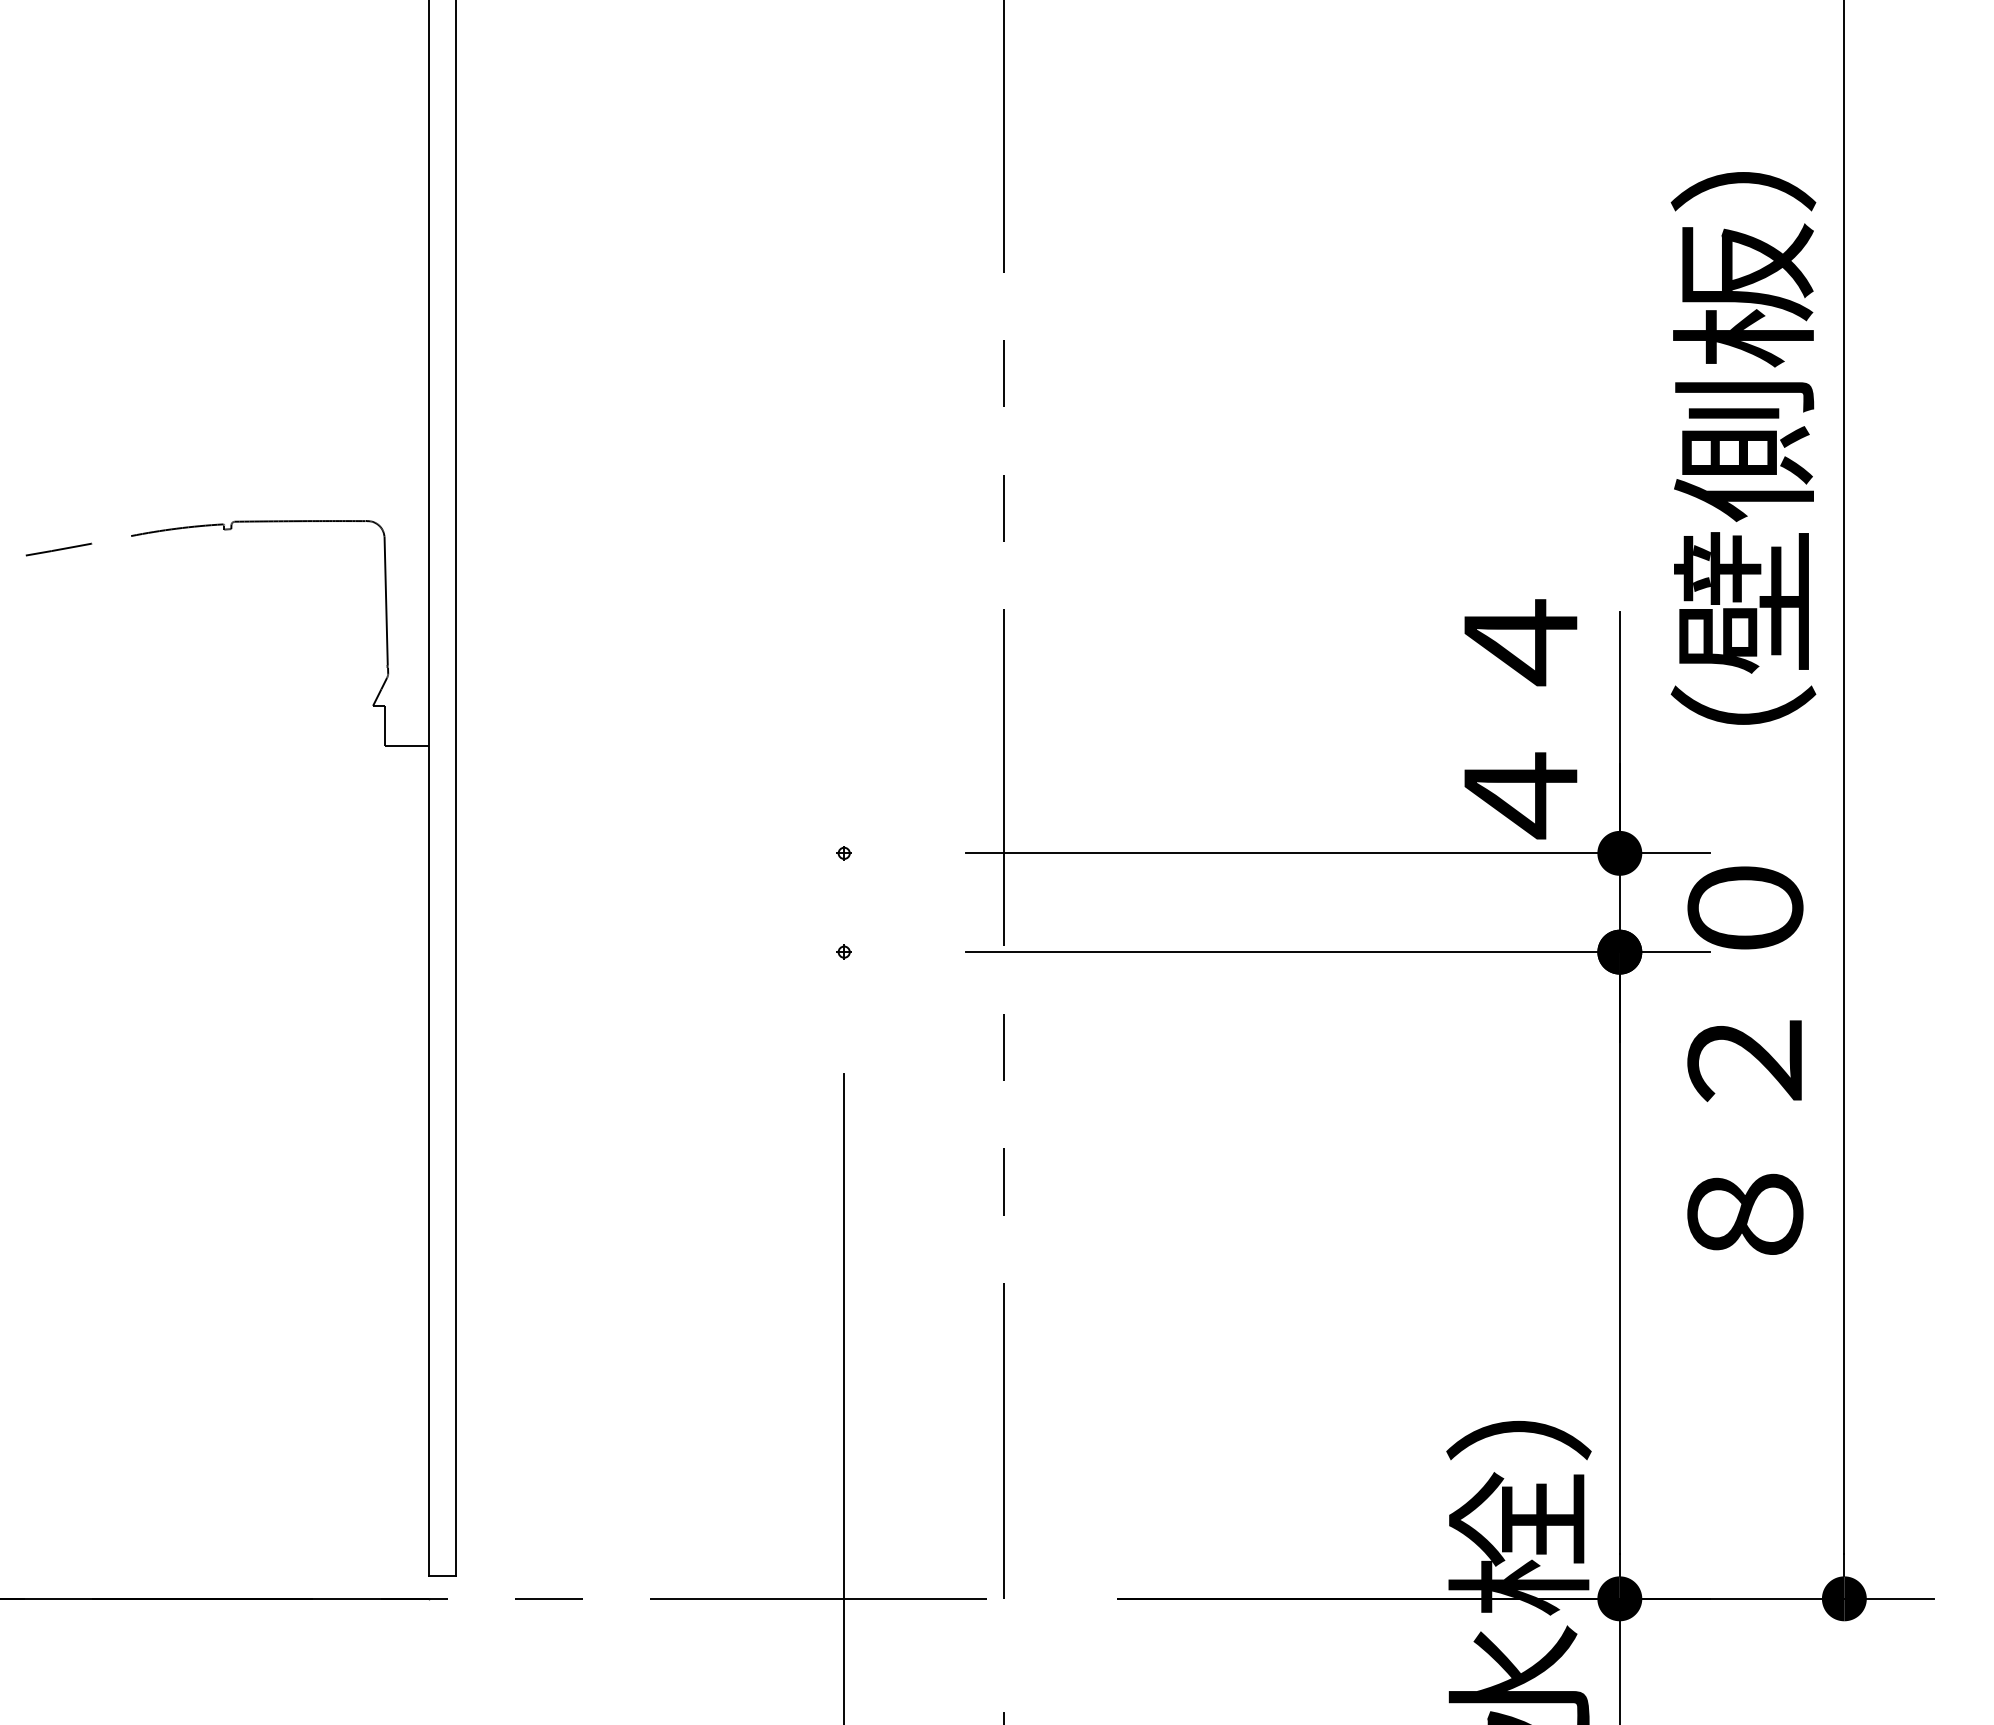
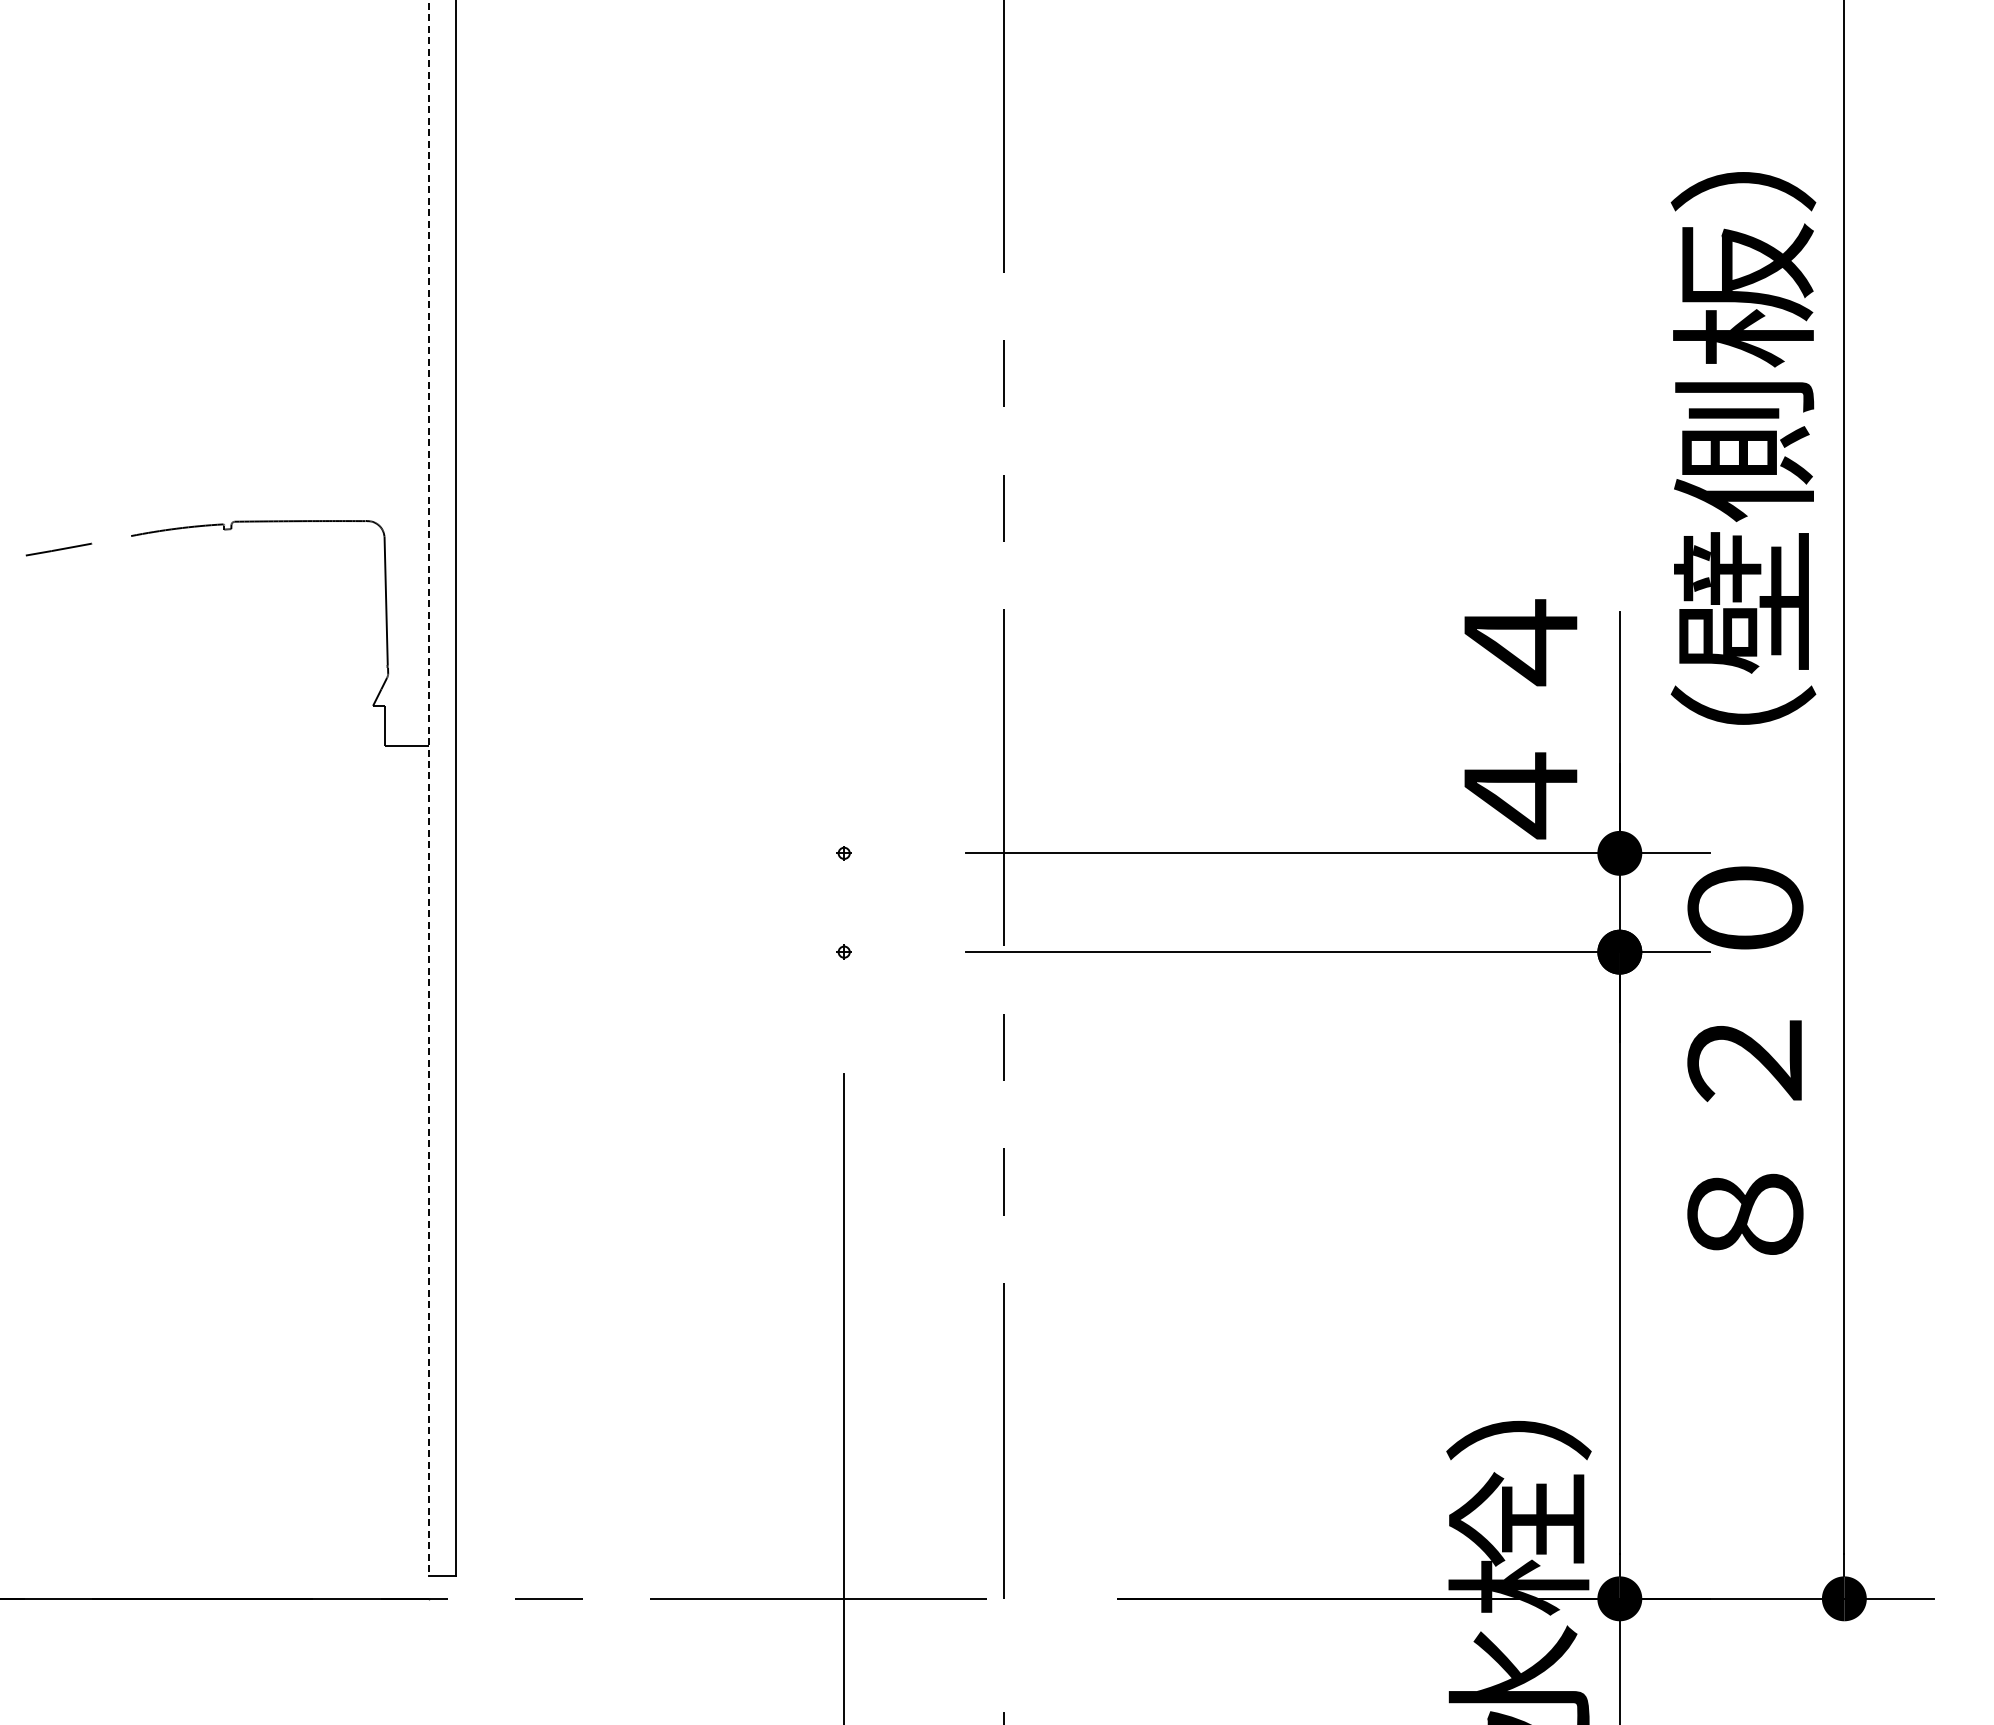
line at (428, 788): solid -> dashed
